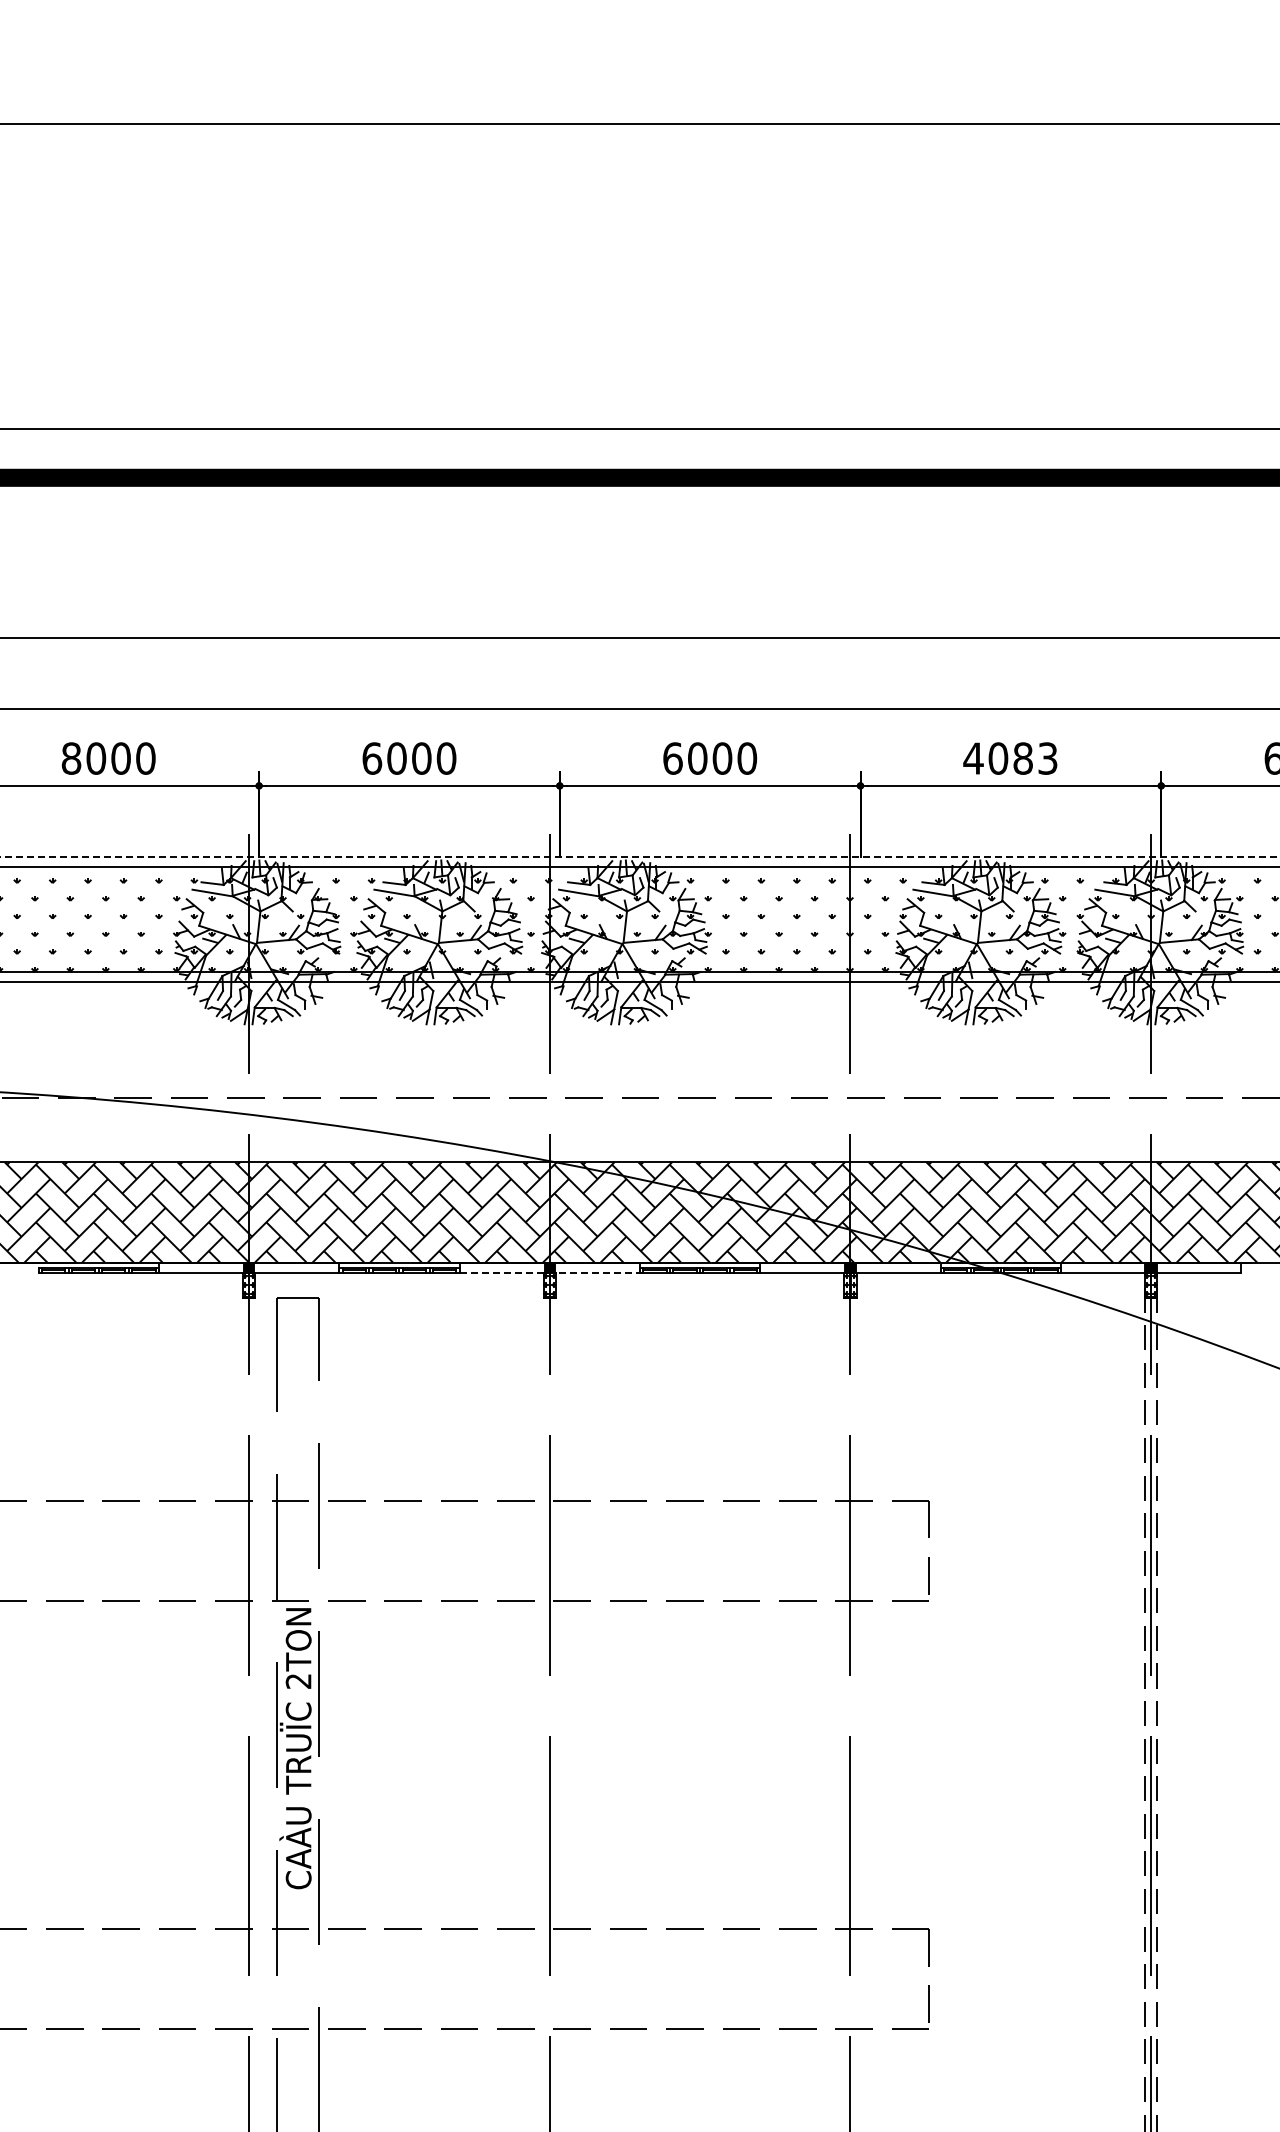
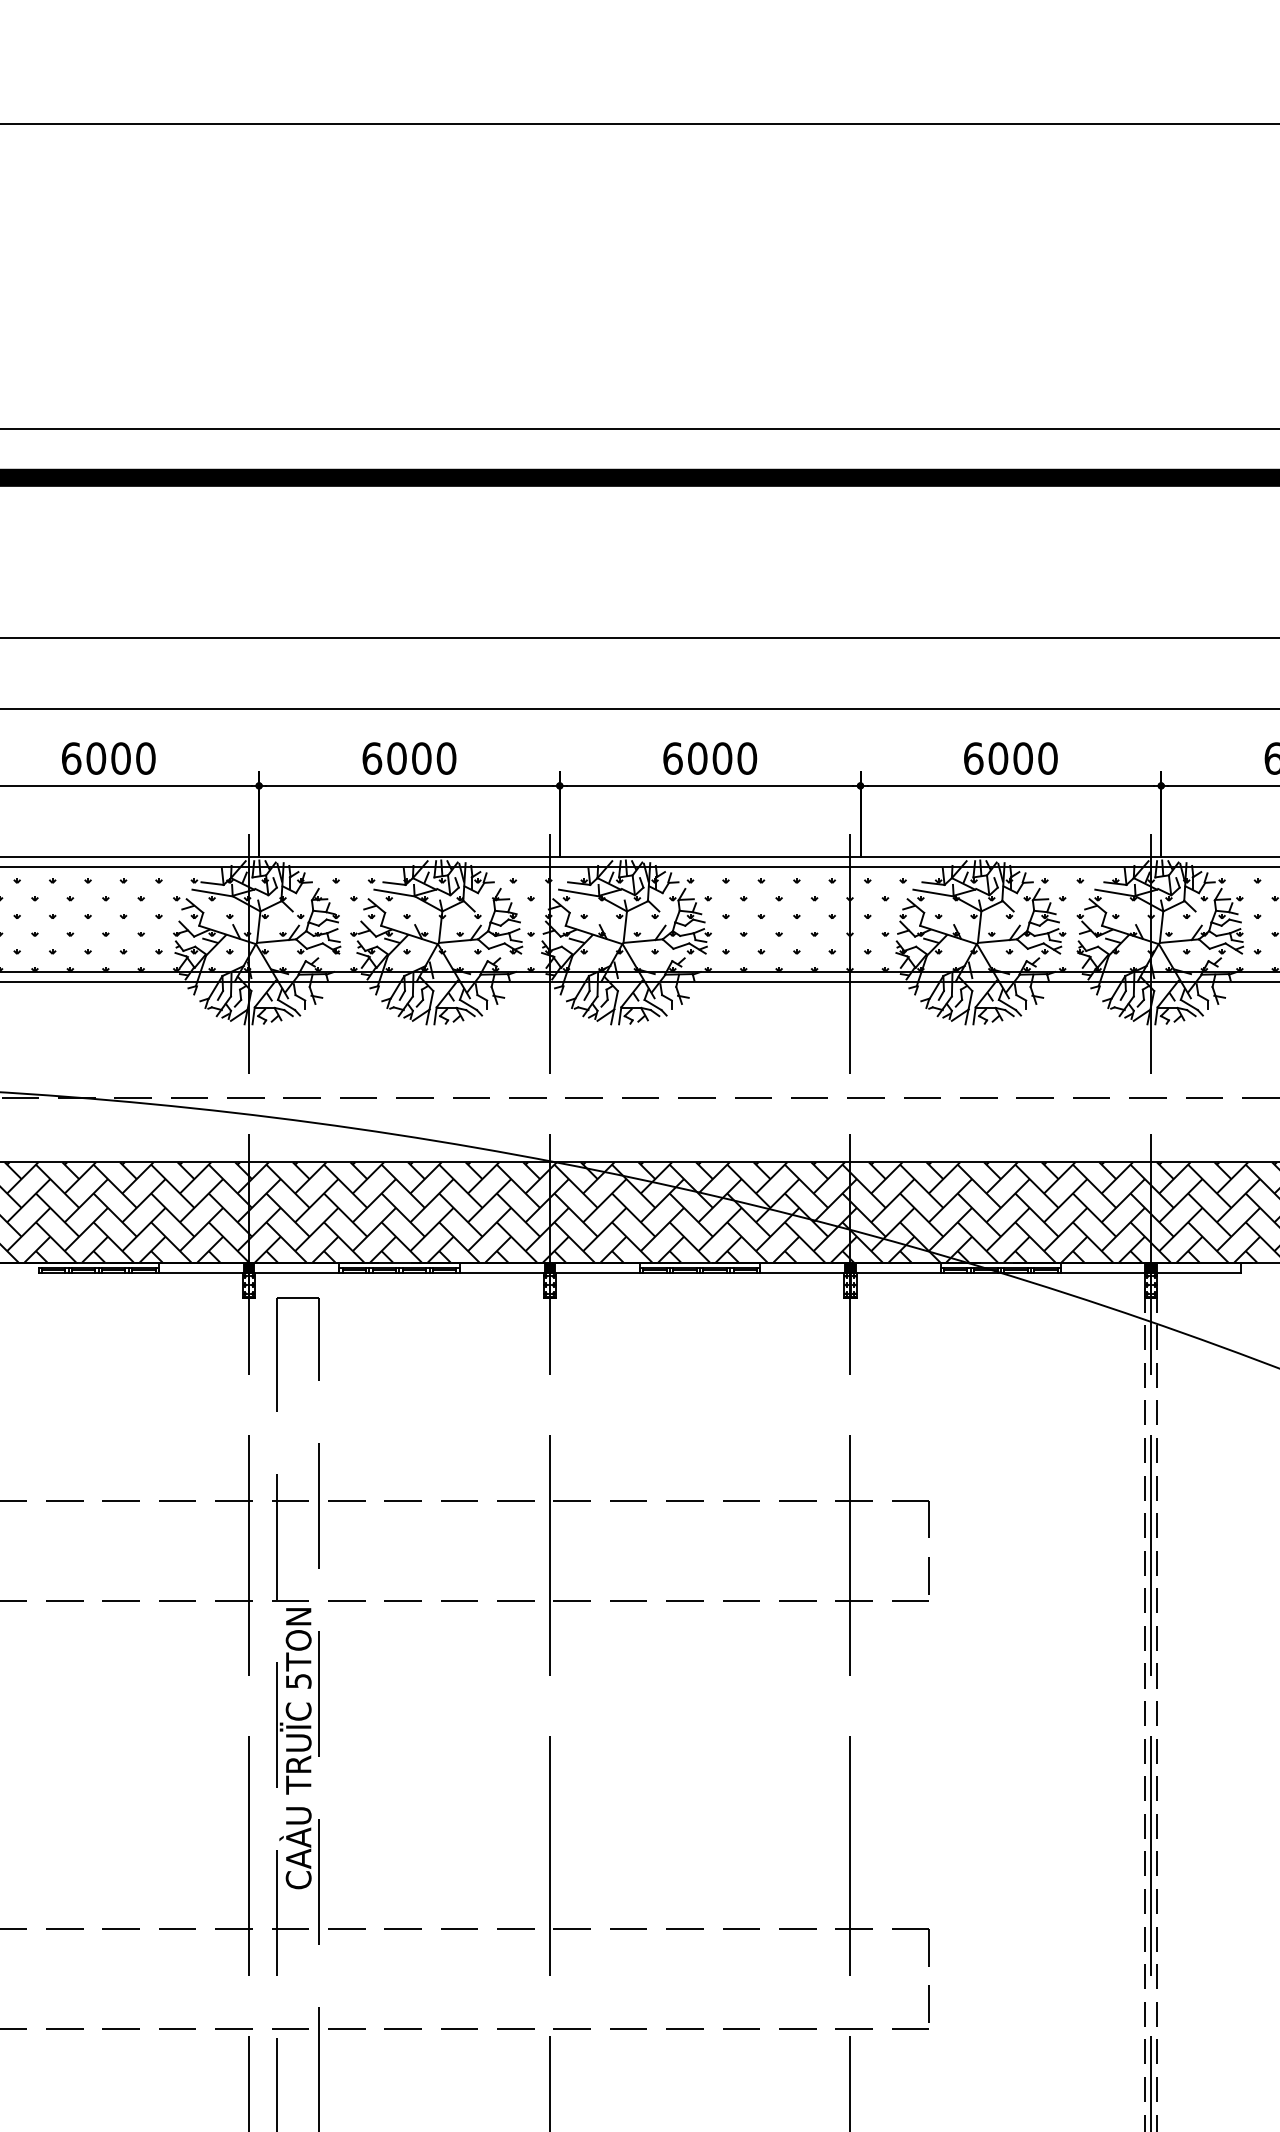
text at (71, 758): 8000 -> 6000
text at (1010, 758): 4083 -> 6000
line at (639, 856): dashed -> solid
line at (550, 1272): dashed -> solid
text at (298, 1681): 2TON -> 5TON
